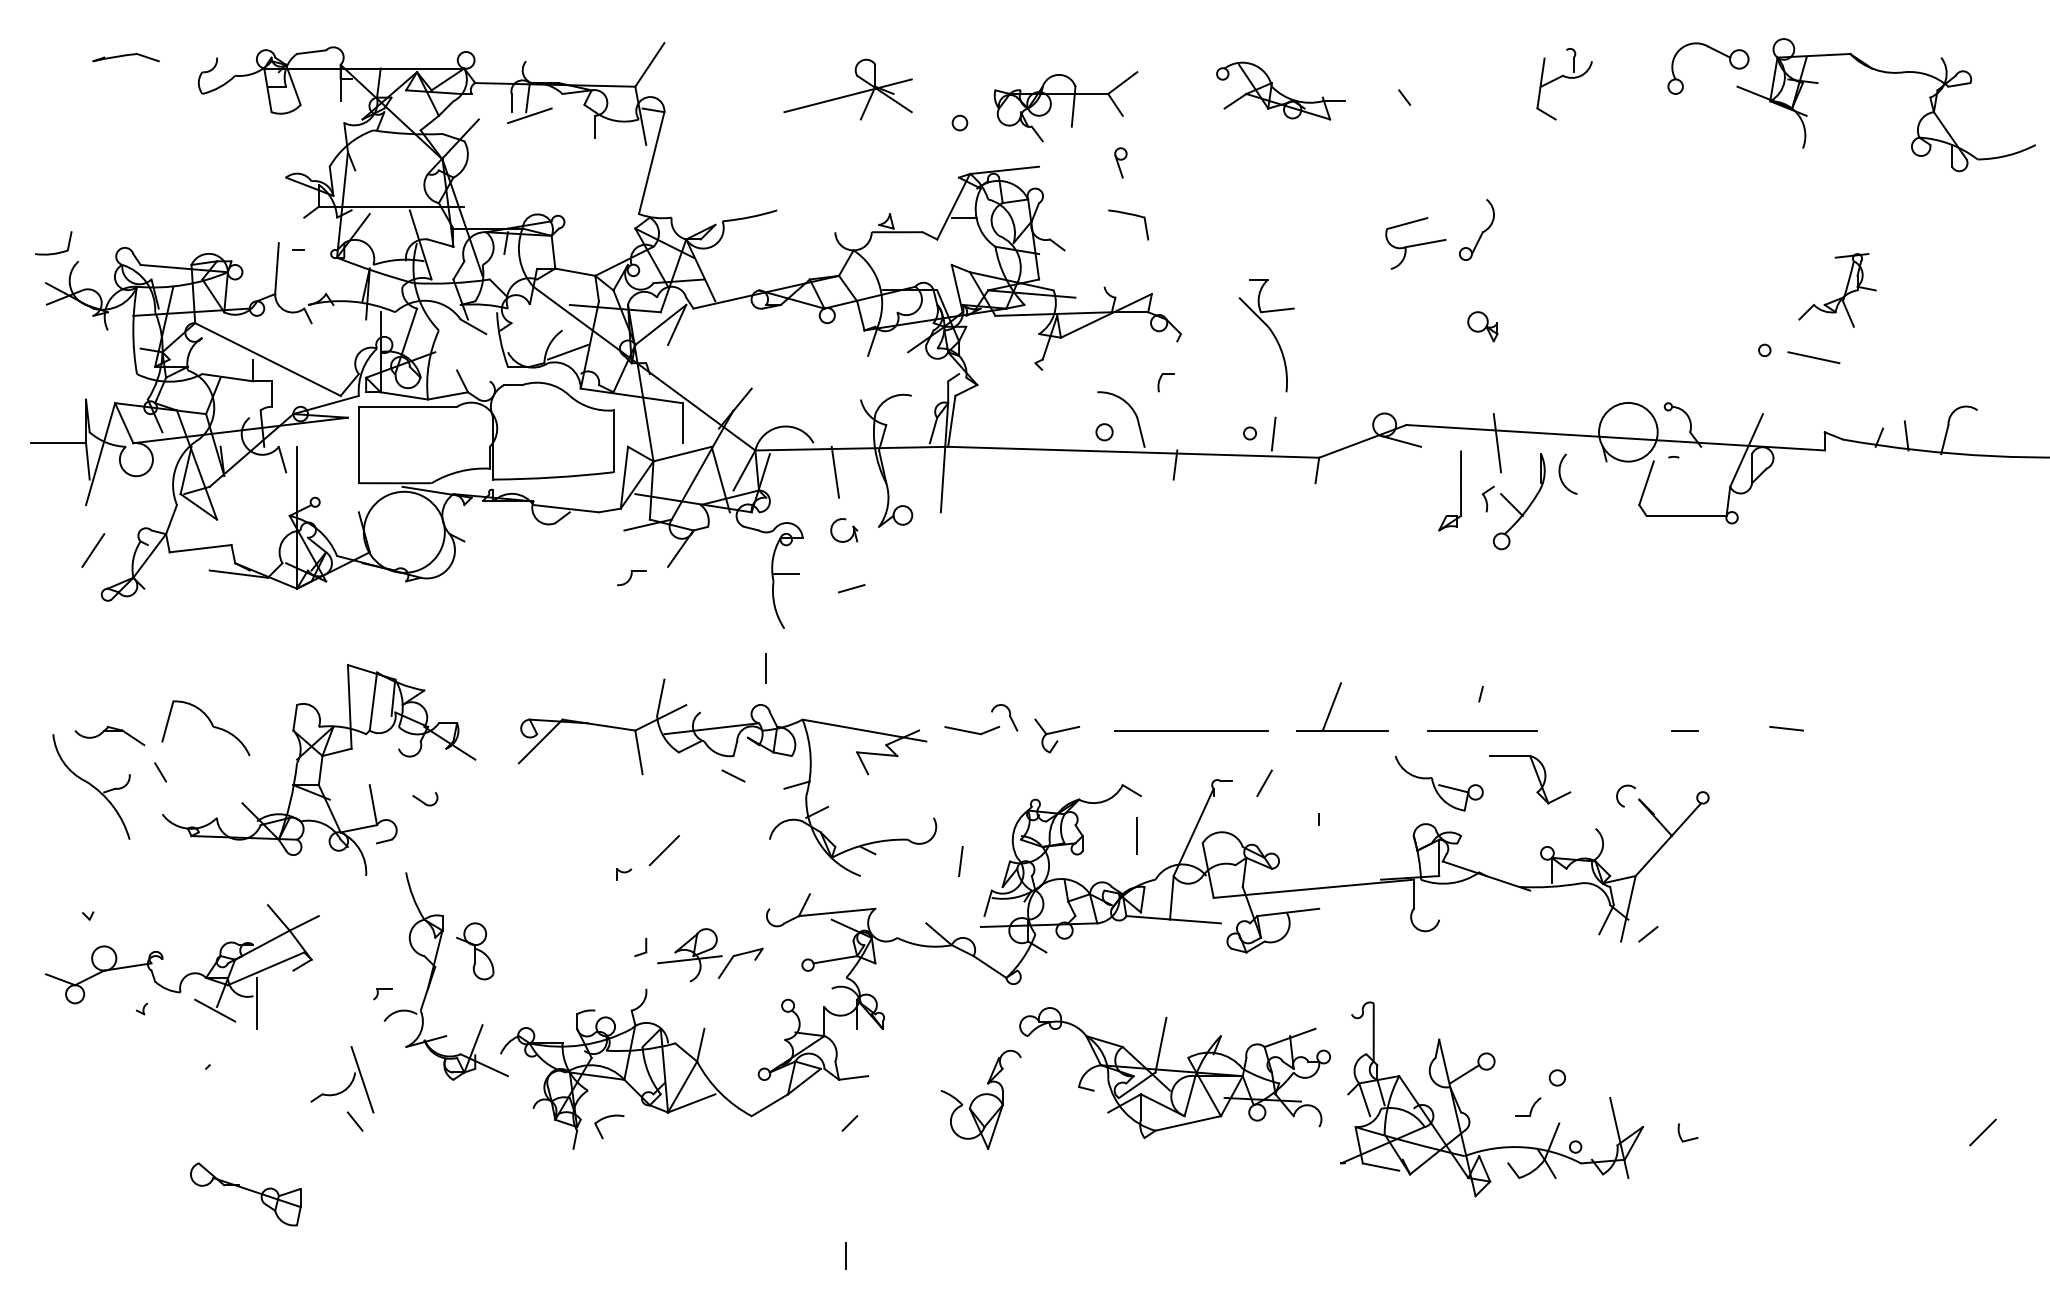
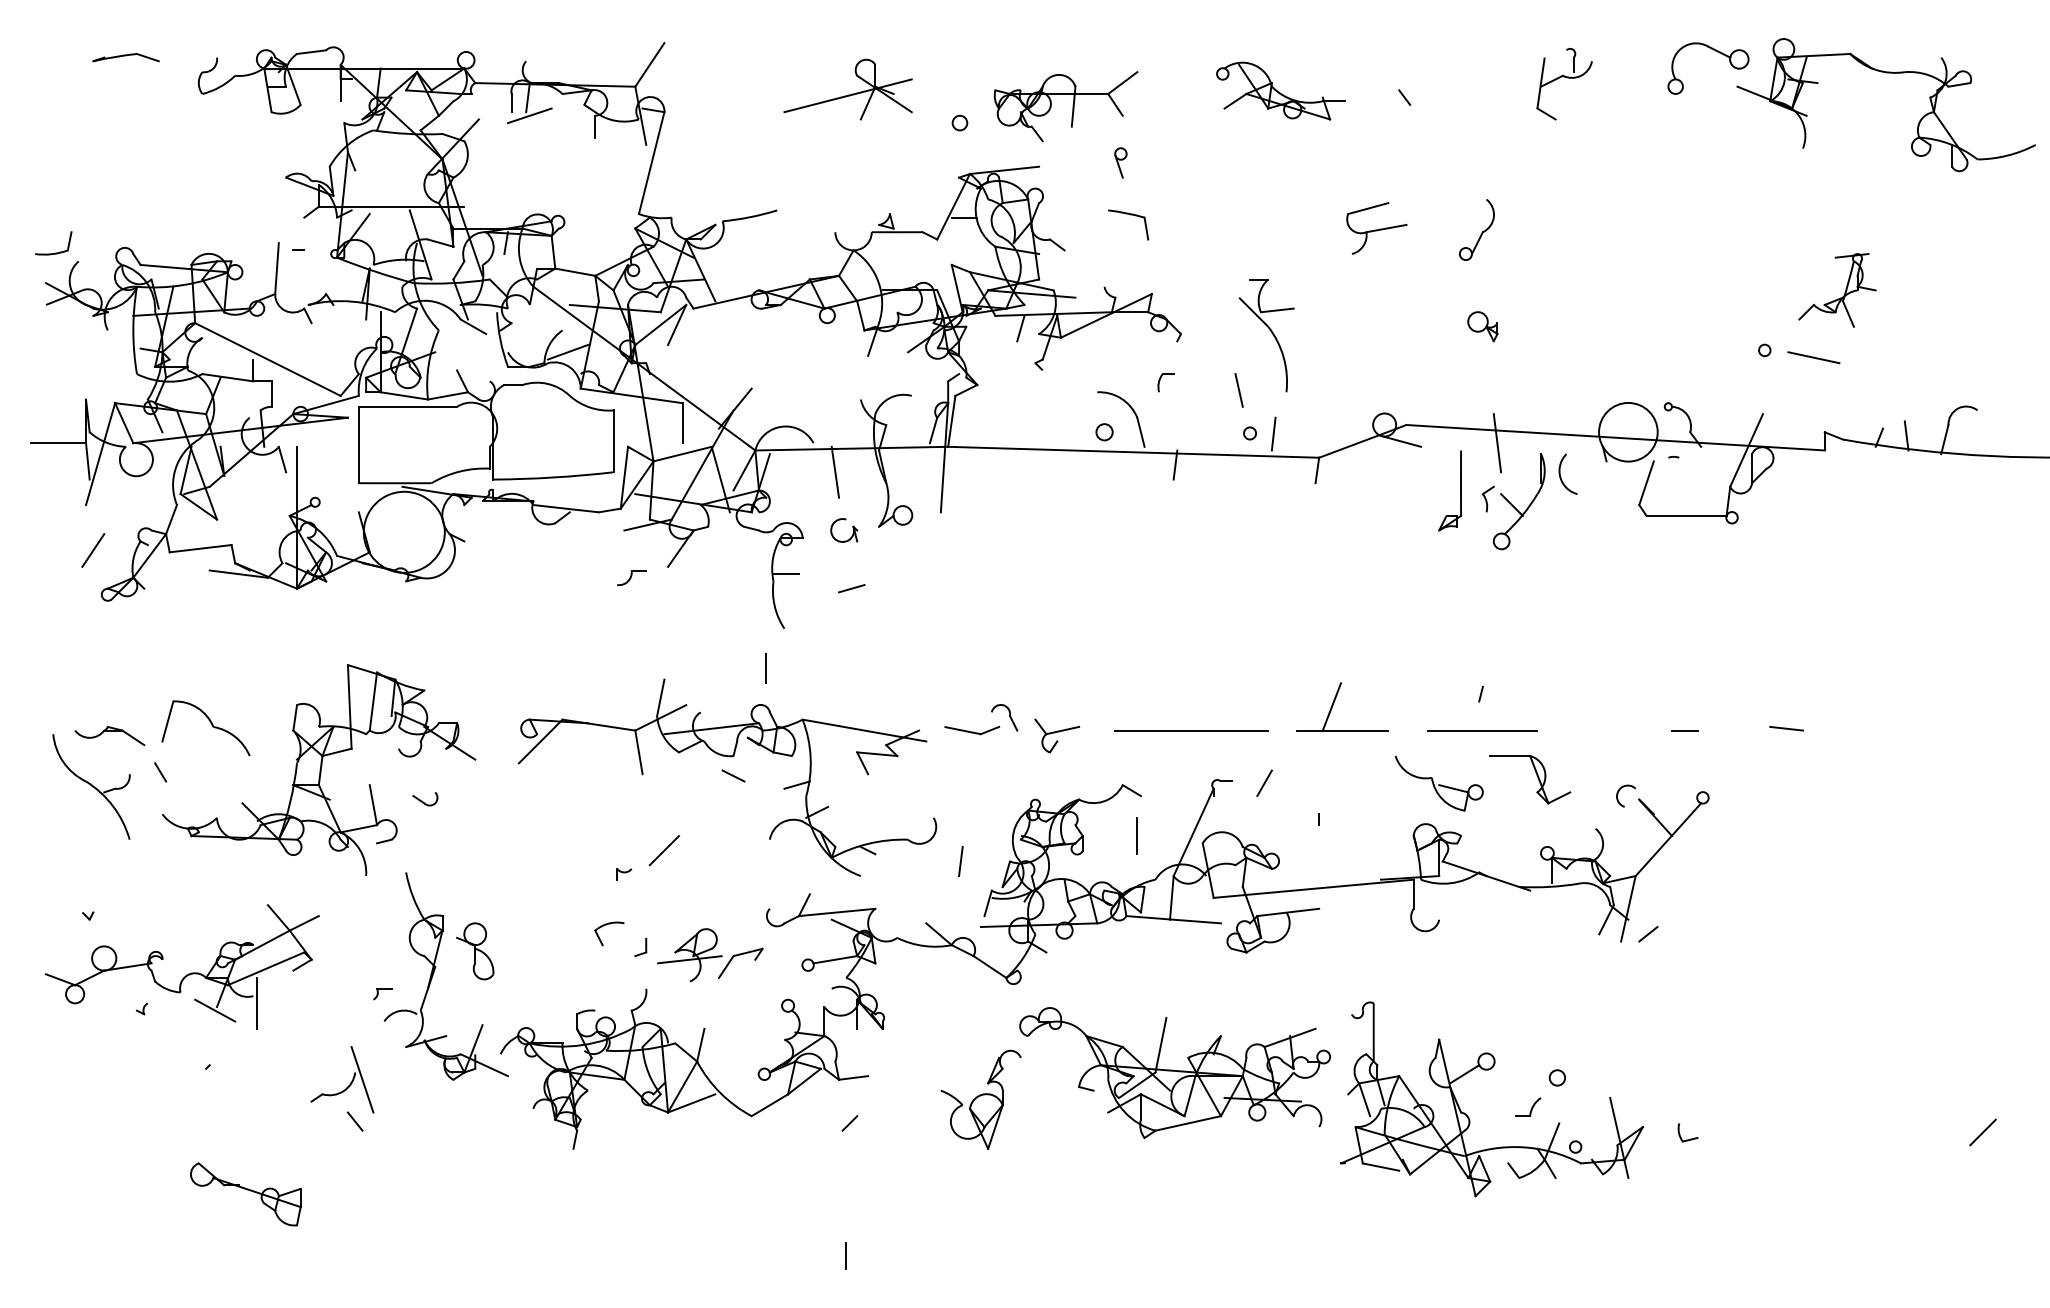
part at (1415, 243) position: (1415, 243) -> (1376, 228)
line at (1020, 328): none -> present
line at (1238, 390): none -> present
part at (606, 1118) position: (606, 1118) -> (606, 925)
